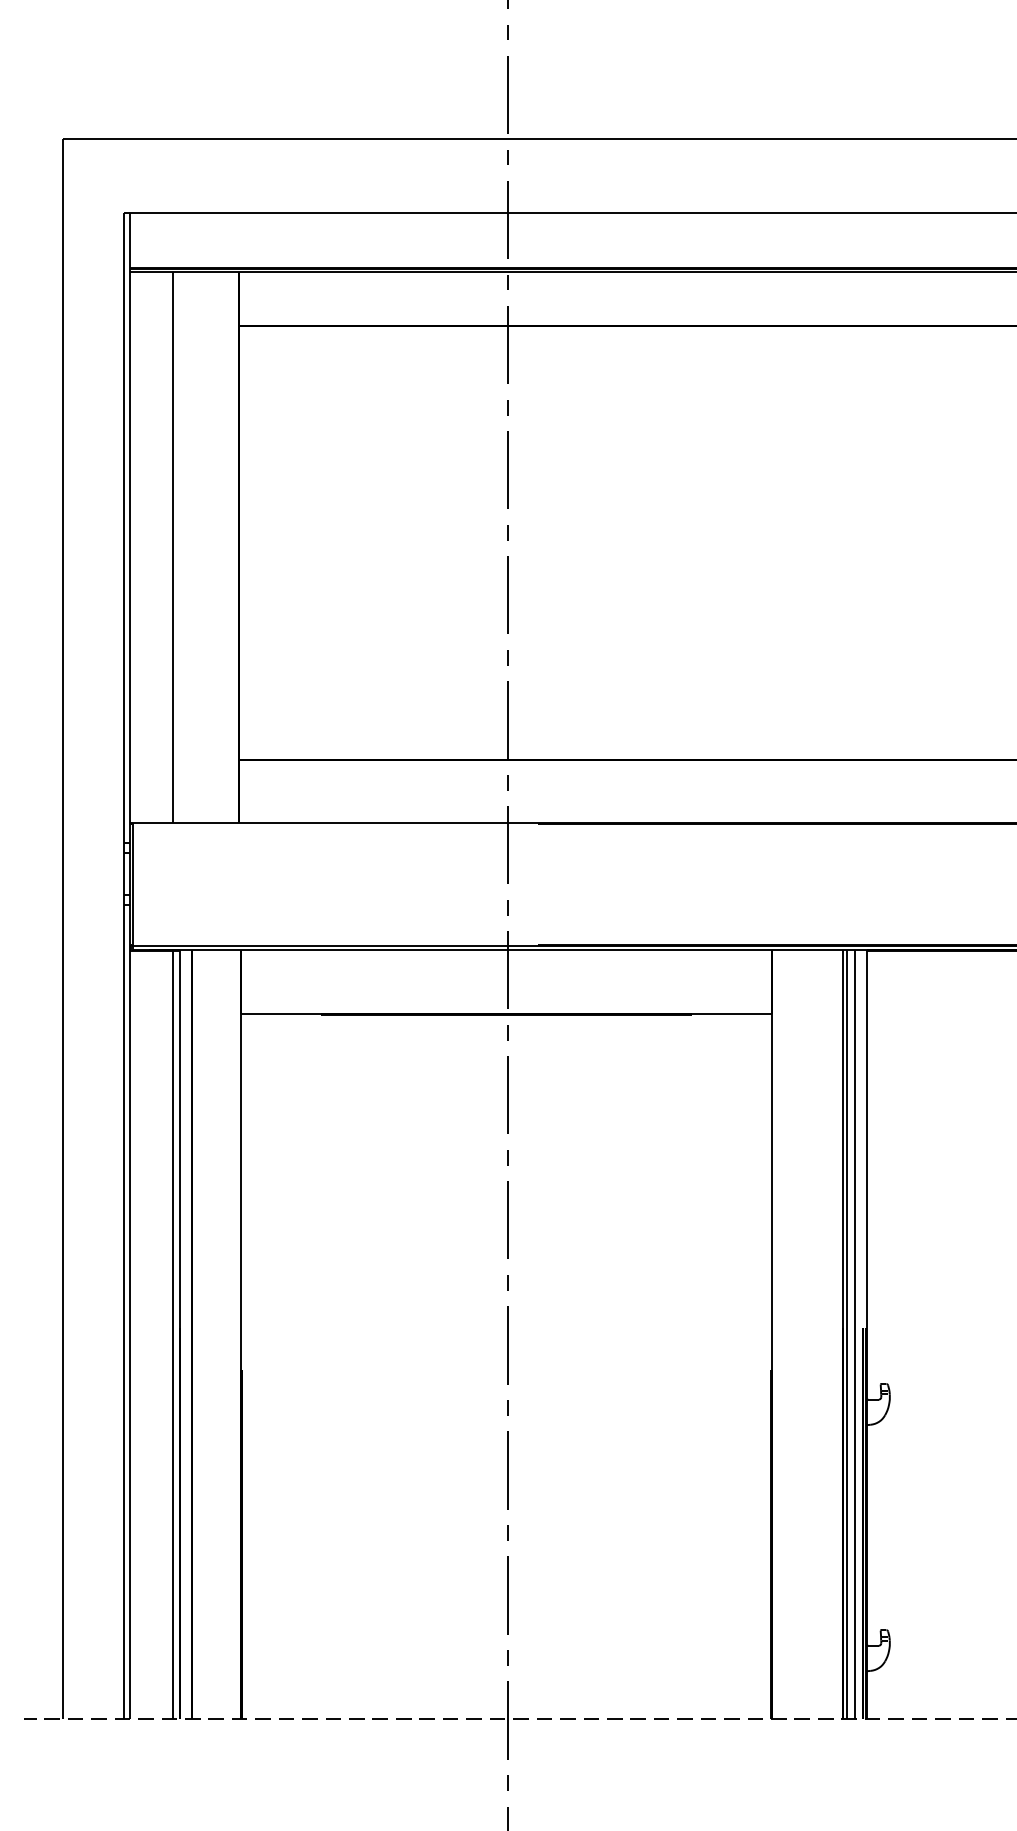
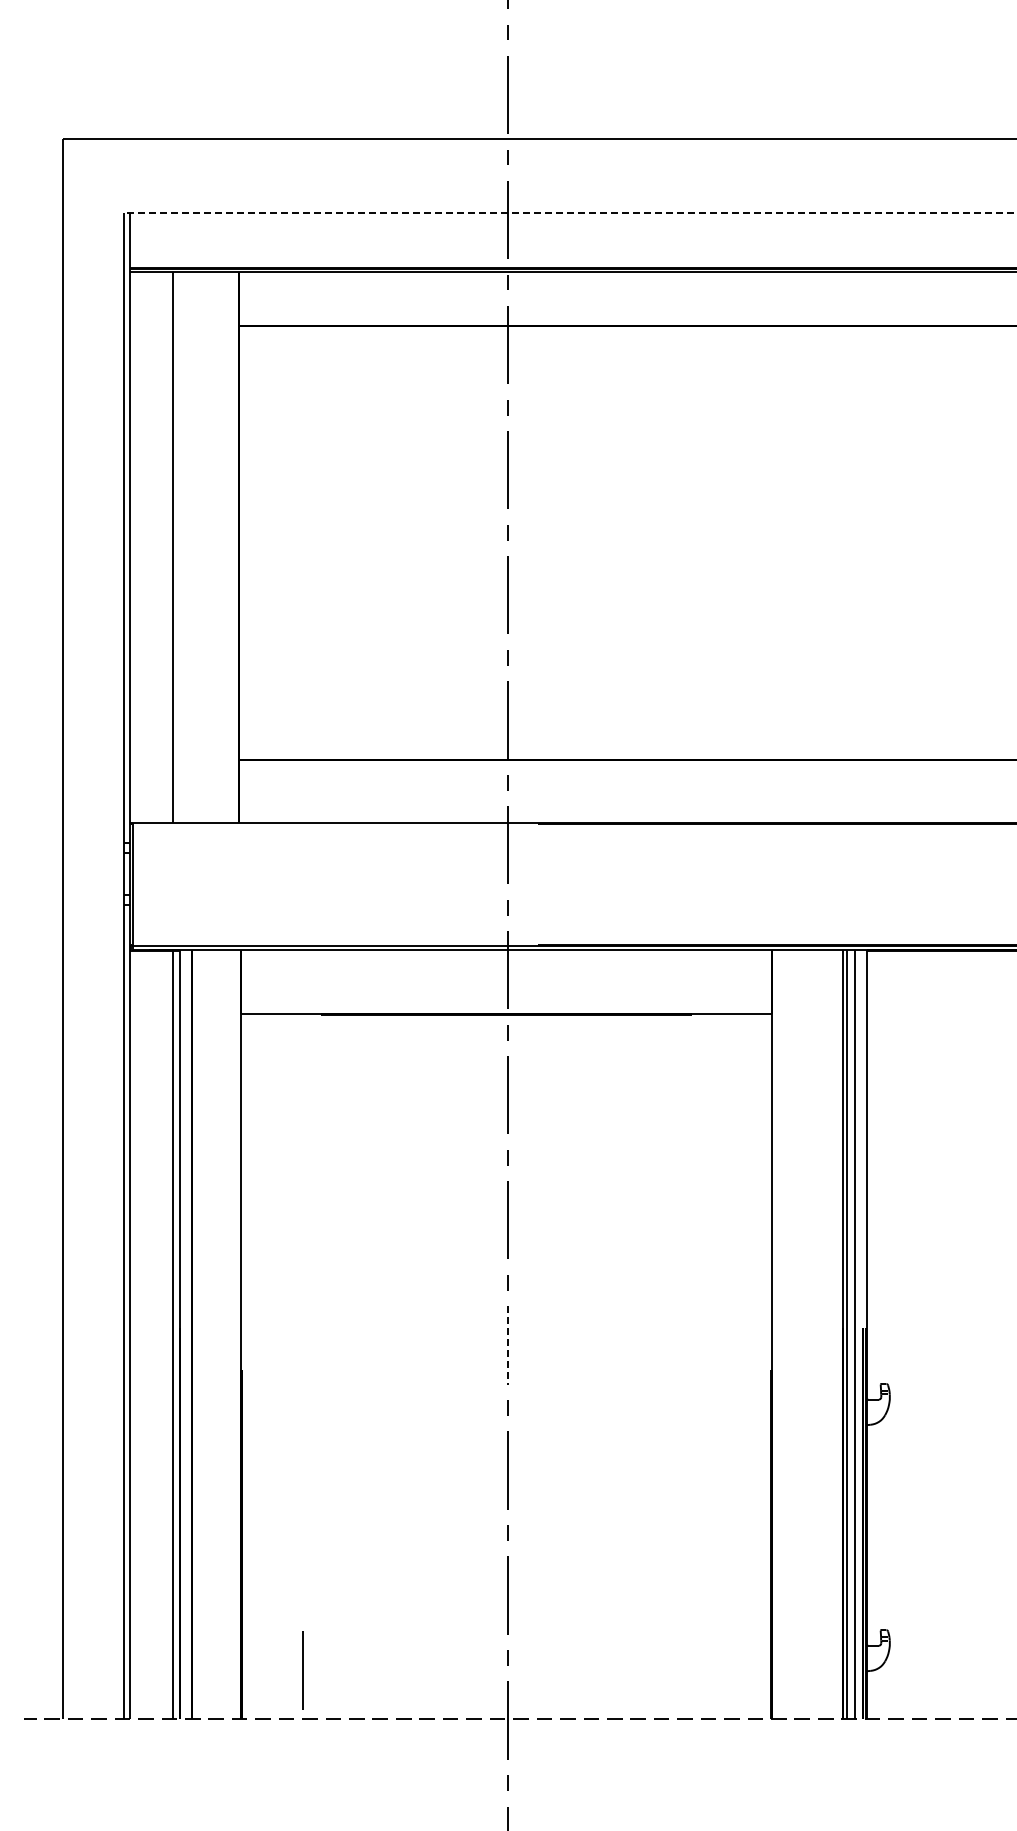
line at (569, 212): solid -> dashed
line at (507, 1345): solid -> dashed
line at (302, 1670): none -> present
